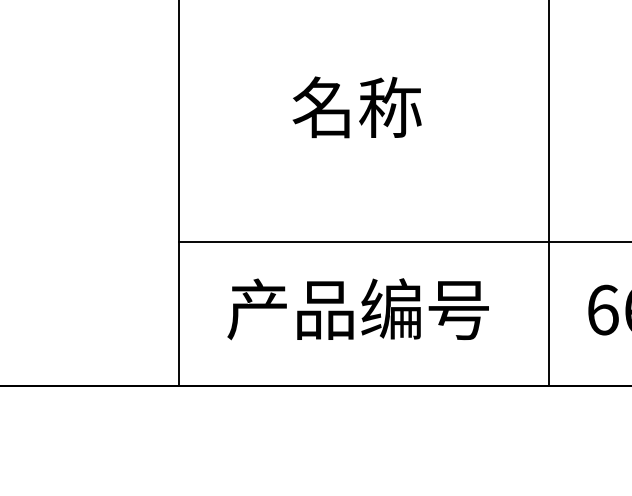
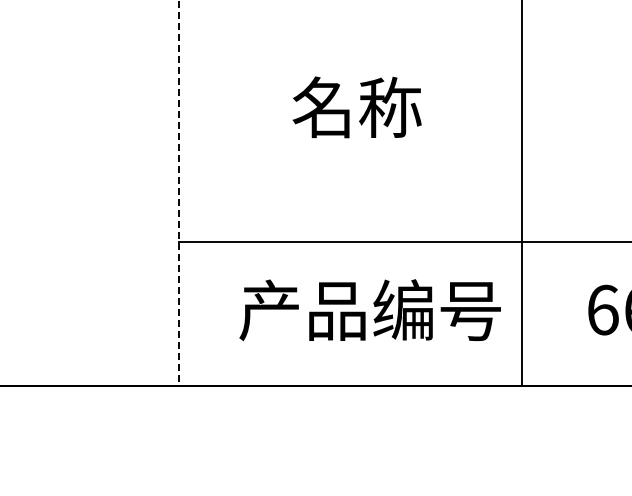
line at (178, 192): solid -> dashed
line at (548, 193) position: (548, 193) -> (521, 193)
text at (357, 309) position: (357, 309) -> (369, 310)
